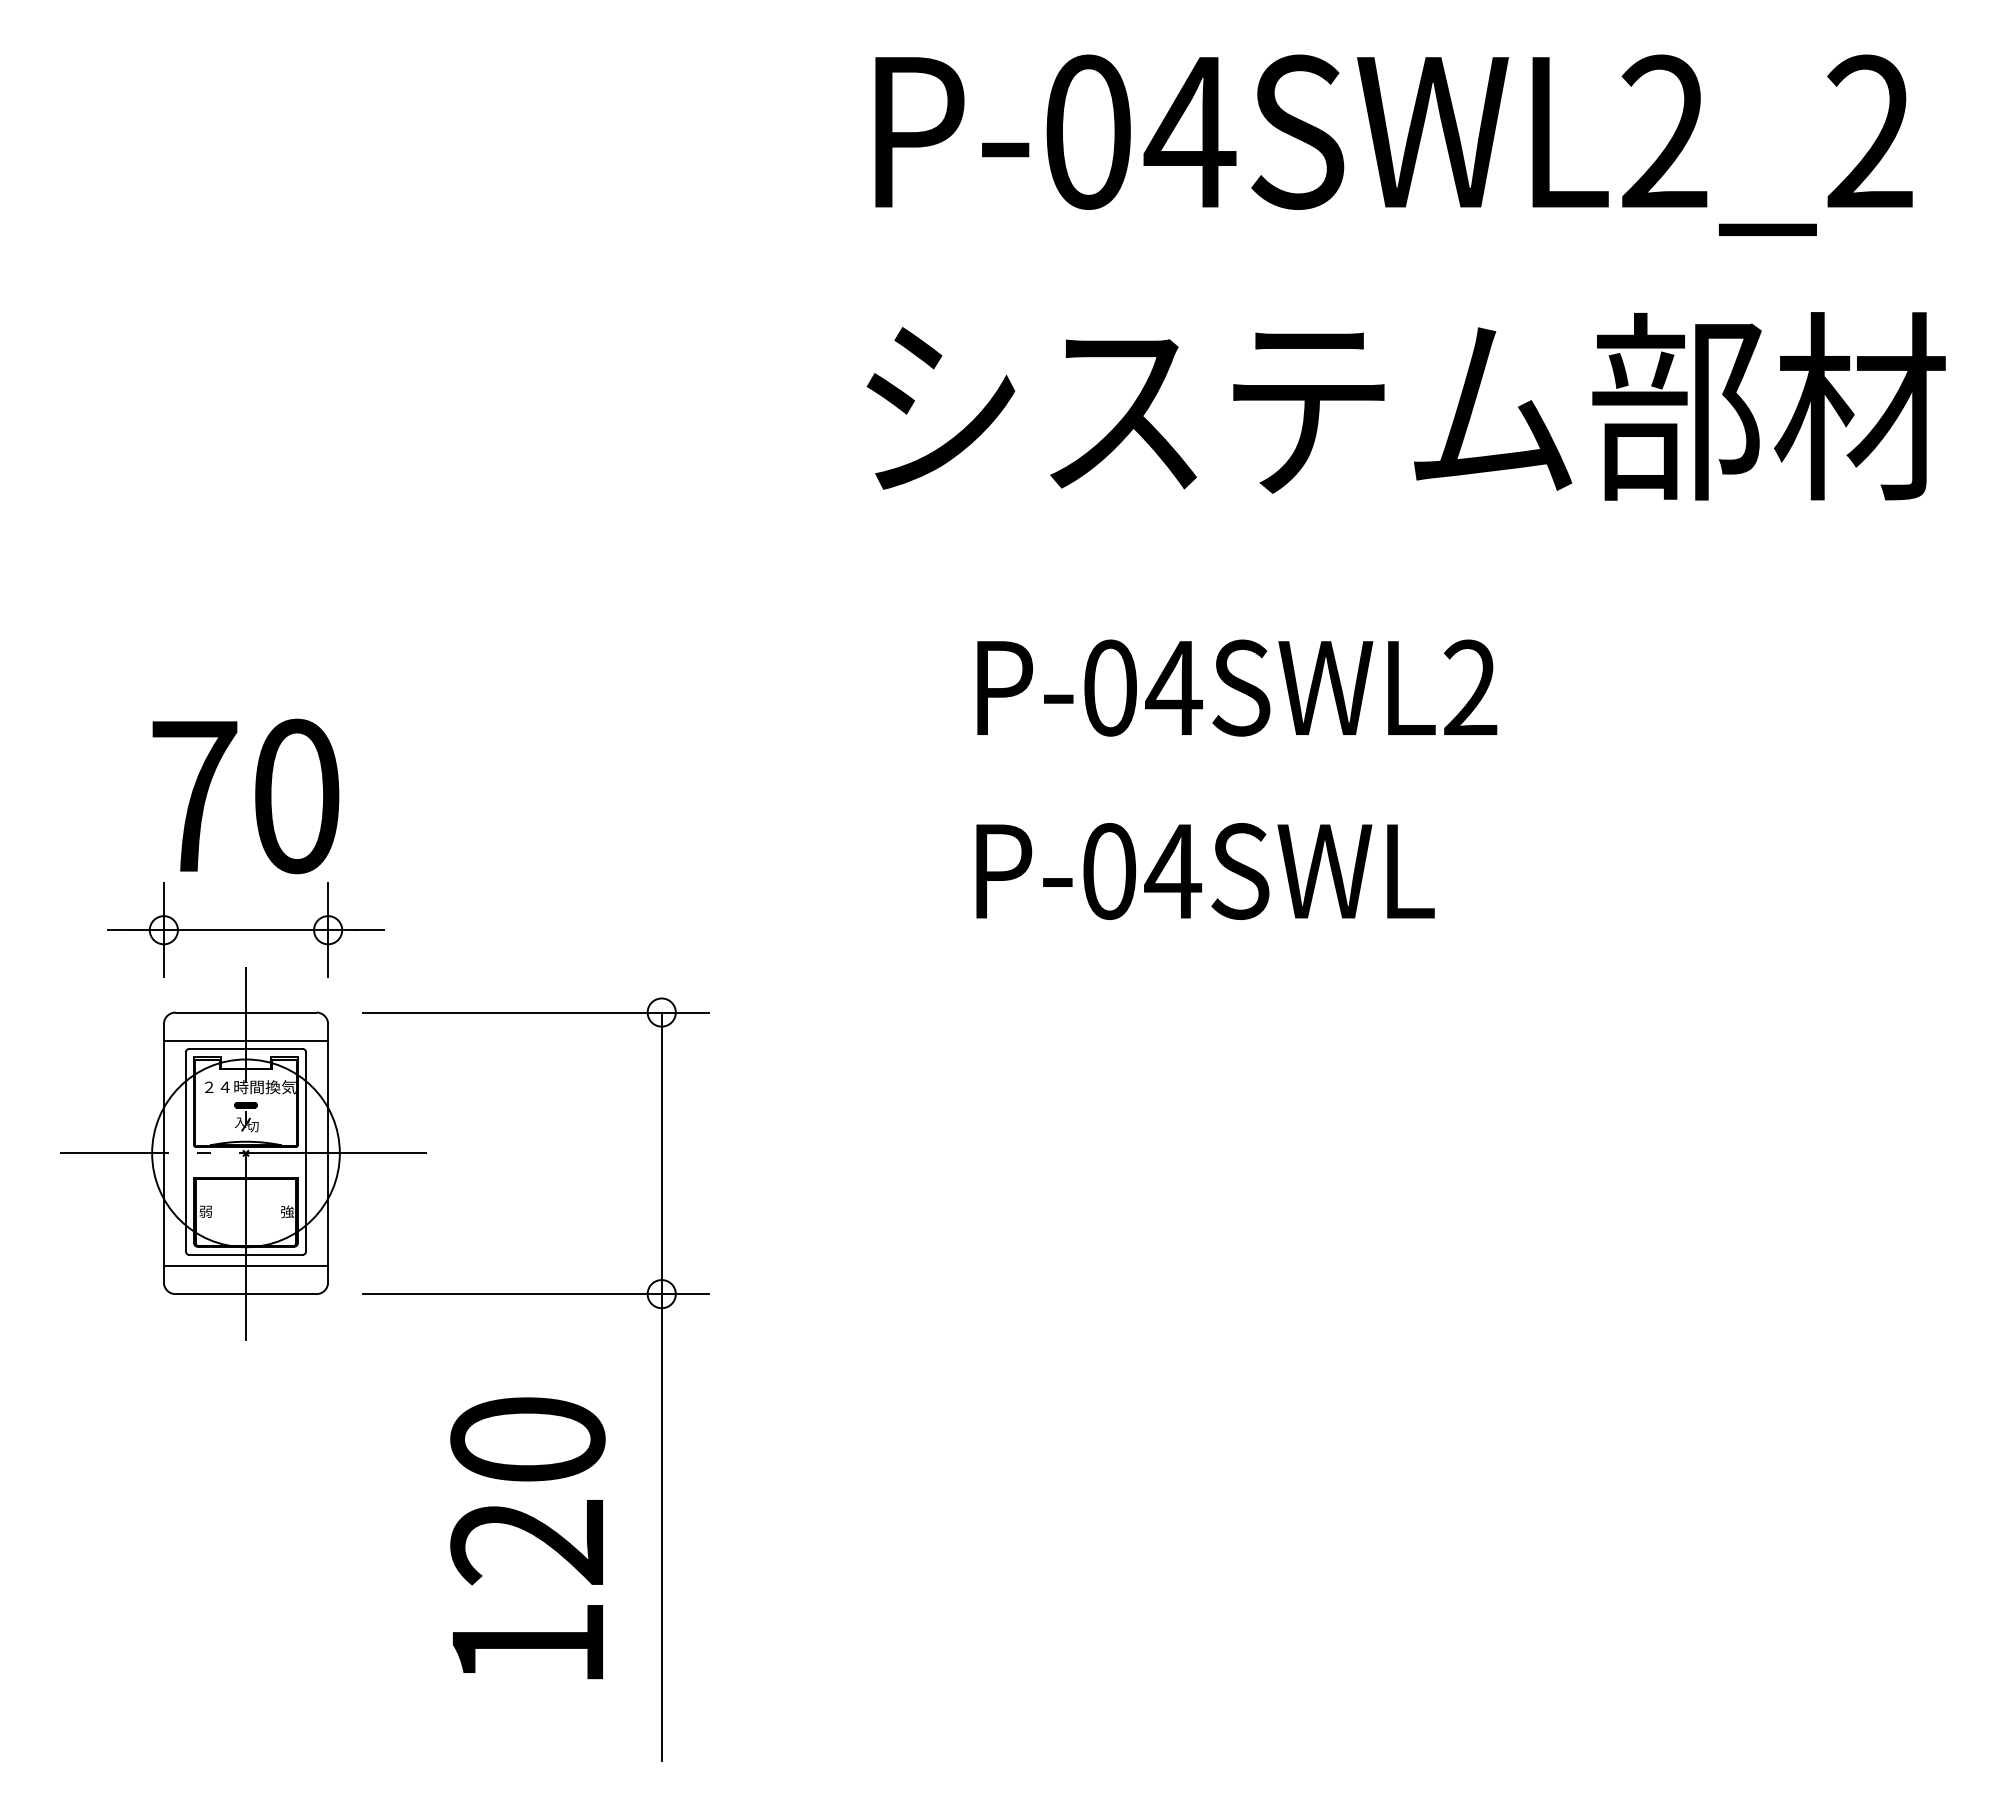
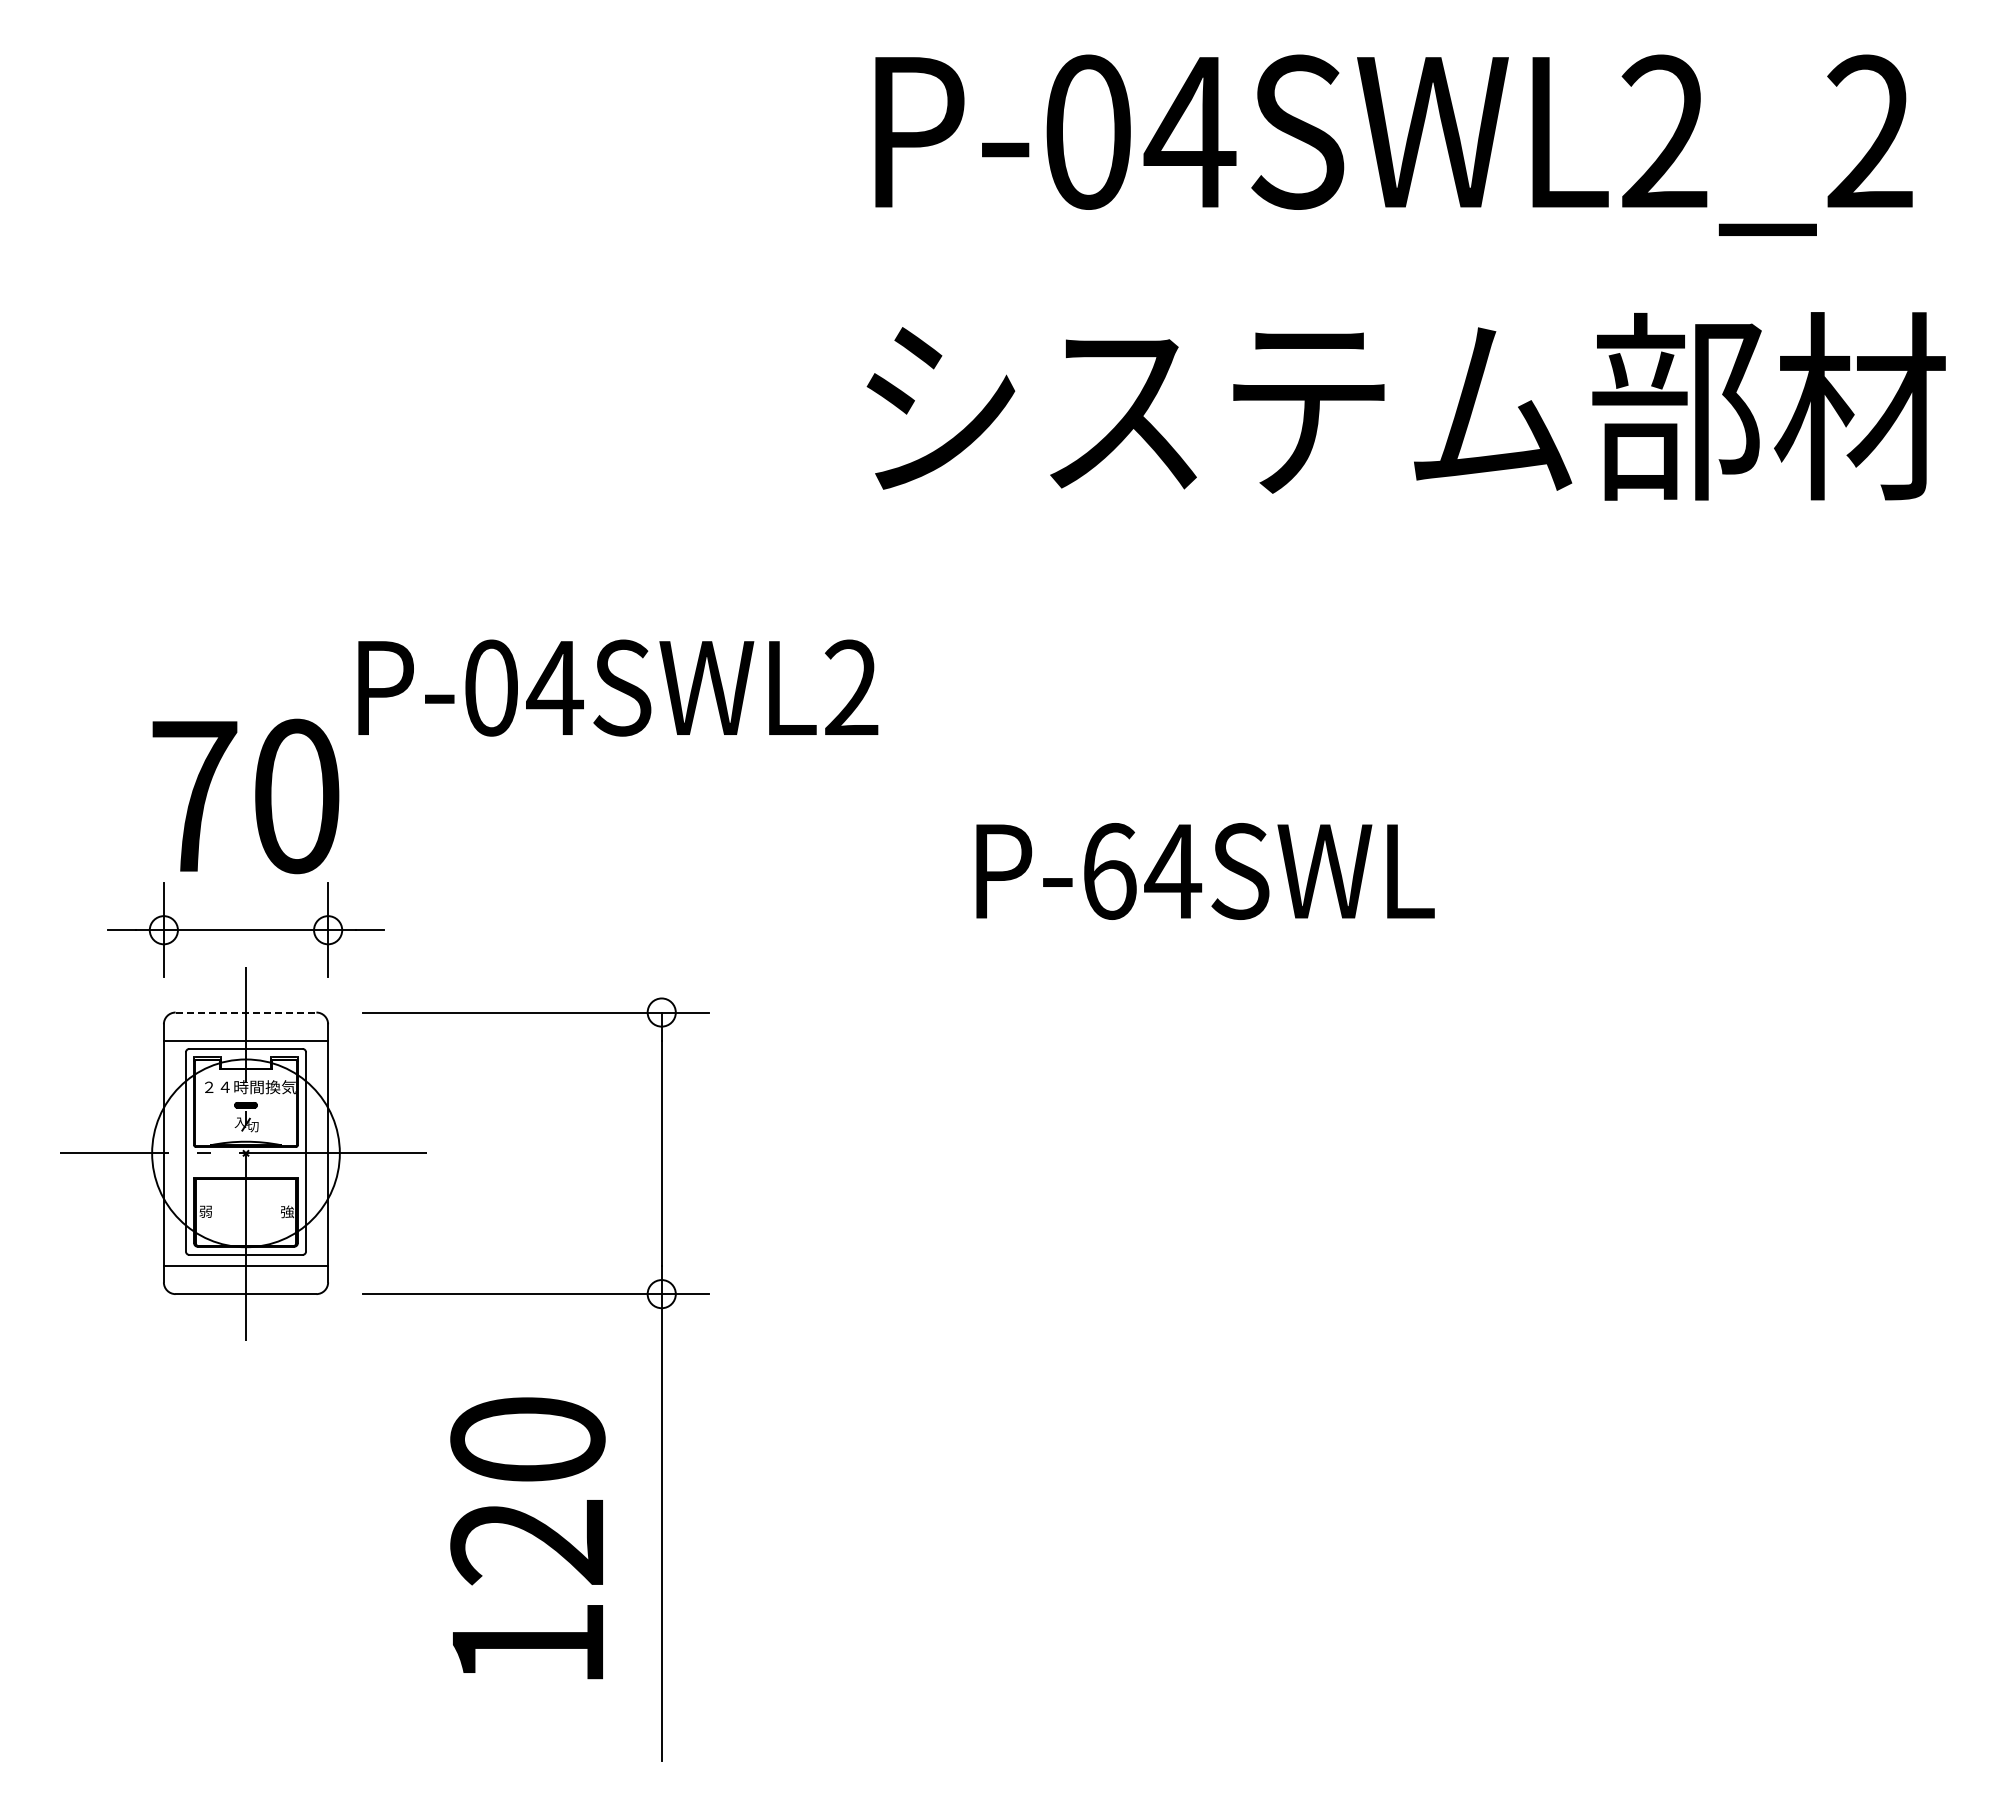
text at (1237, 687) position: (1237, 687) -> (618, 687)
text at (1109, 871): P-04SWL -> P-64SWL
line at (246, 1012): solid -> dashed
